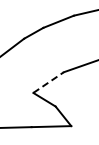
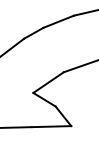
line at (49, 82): dashed -> solid
